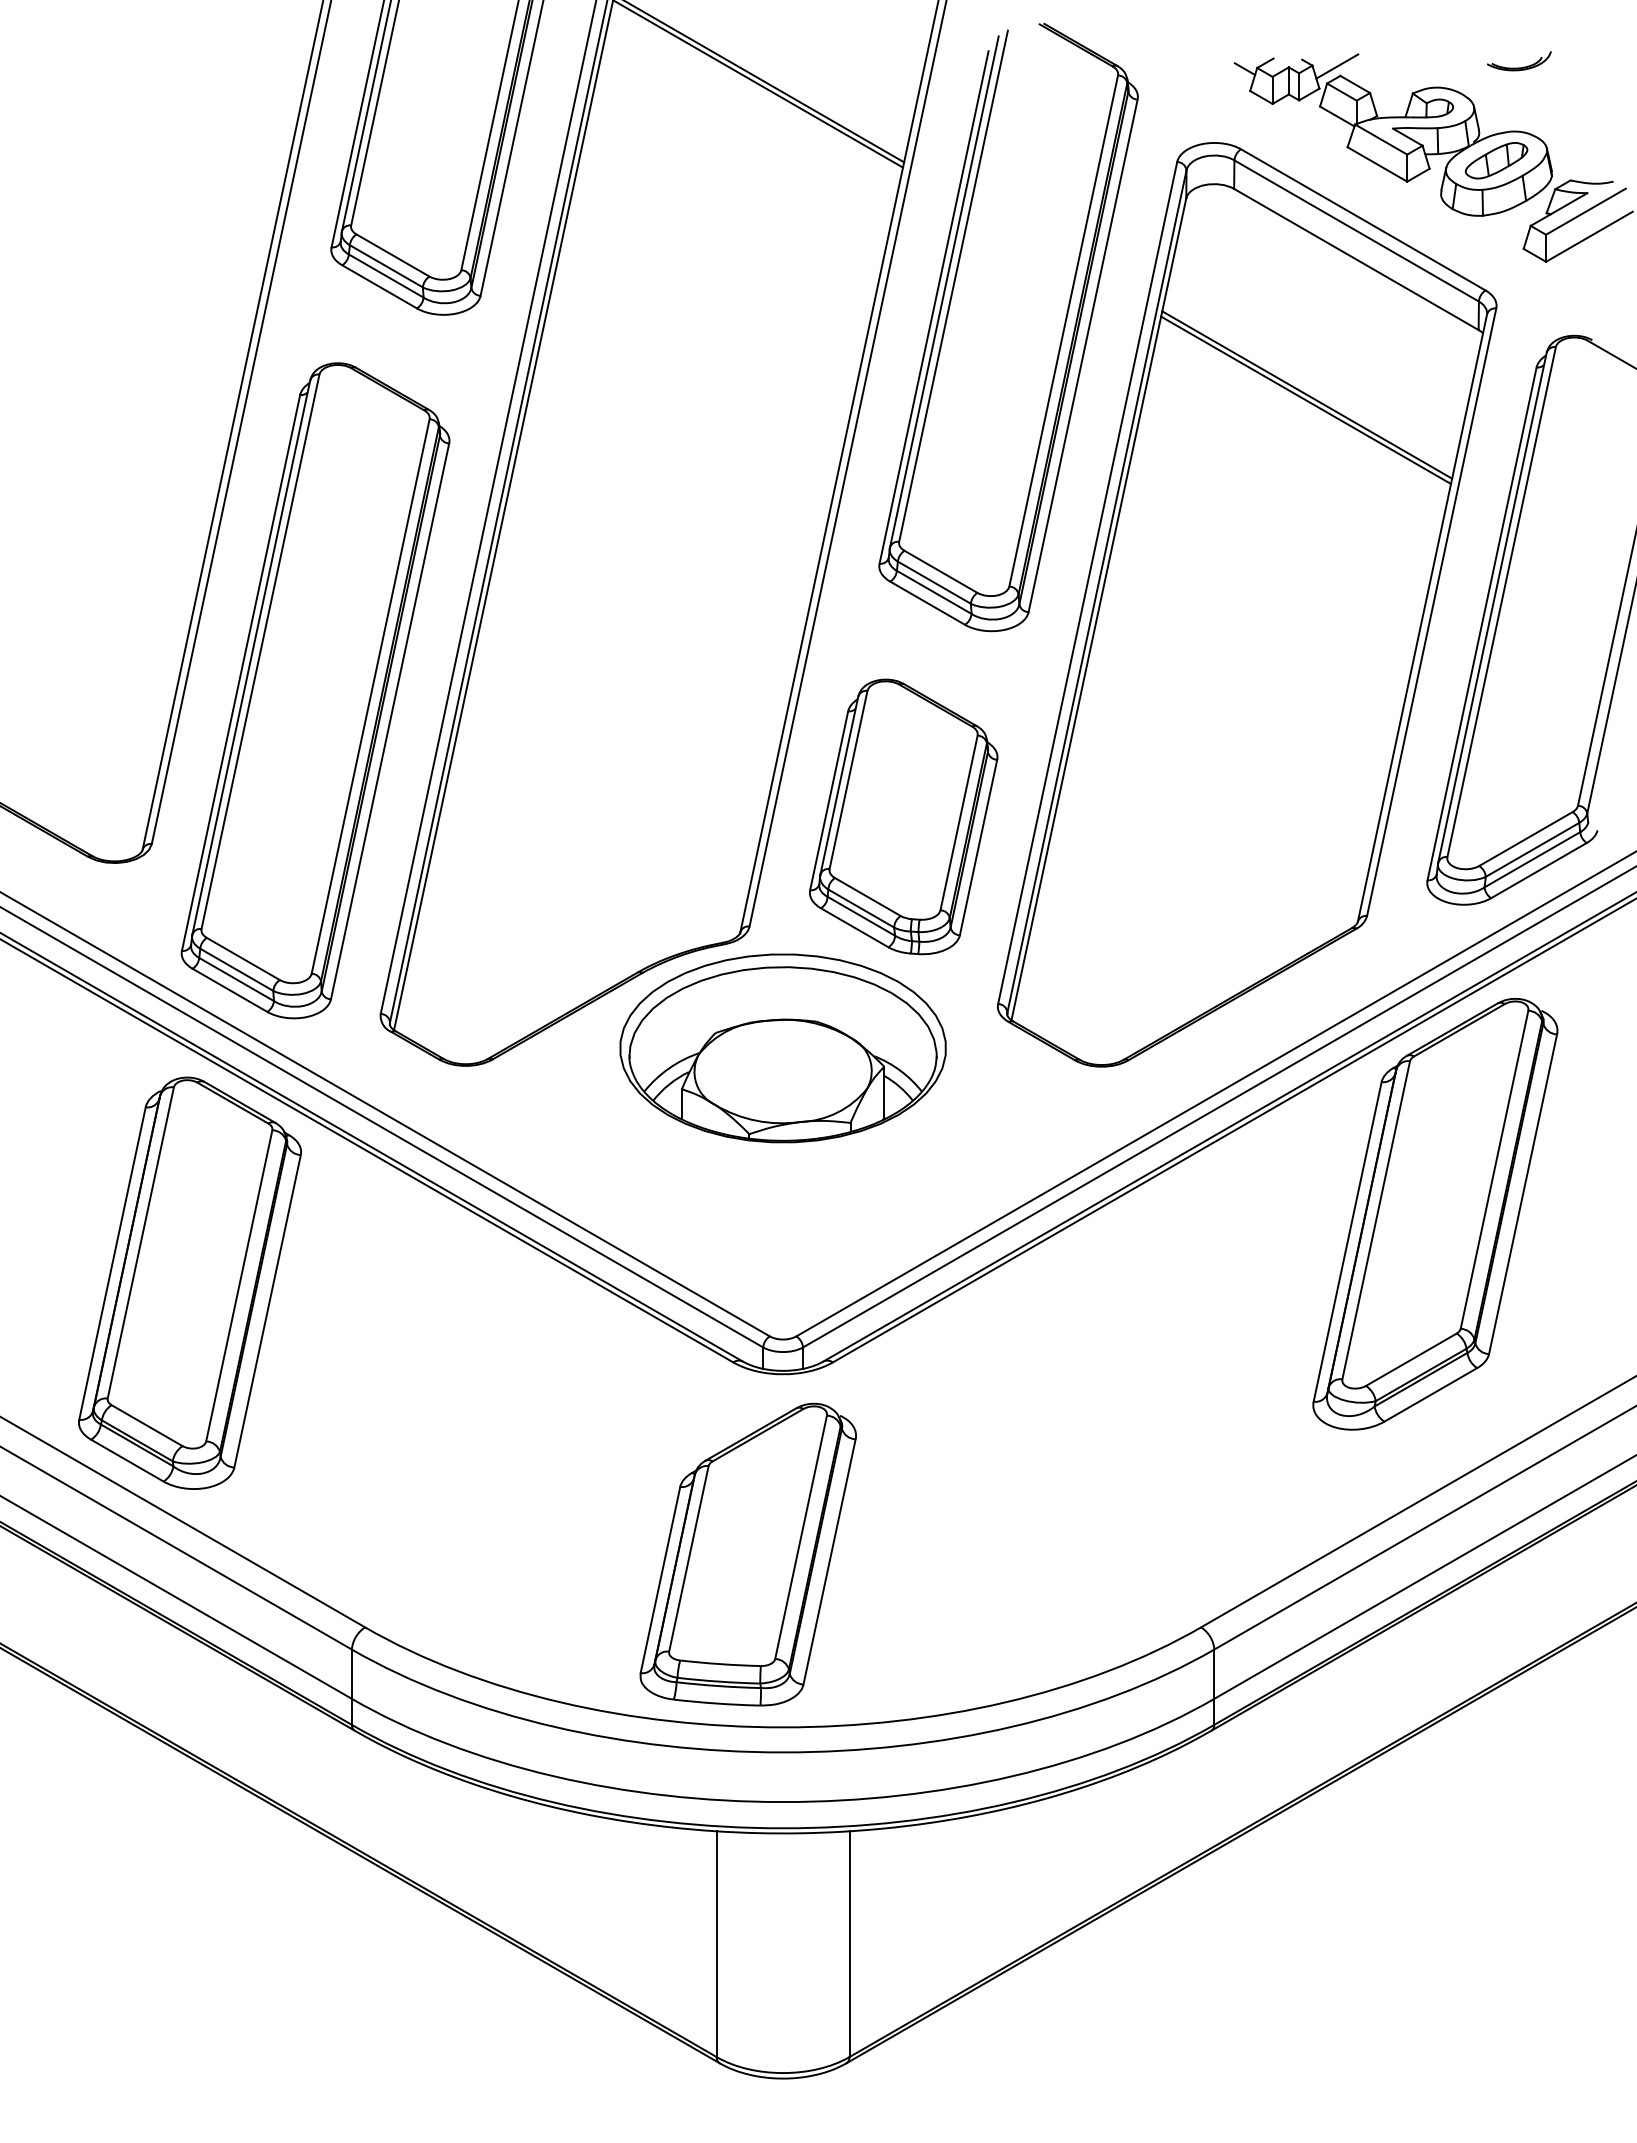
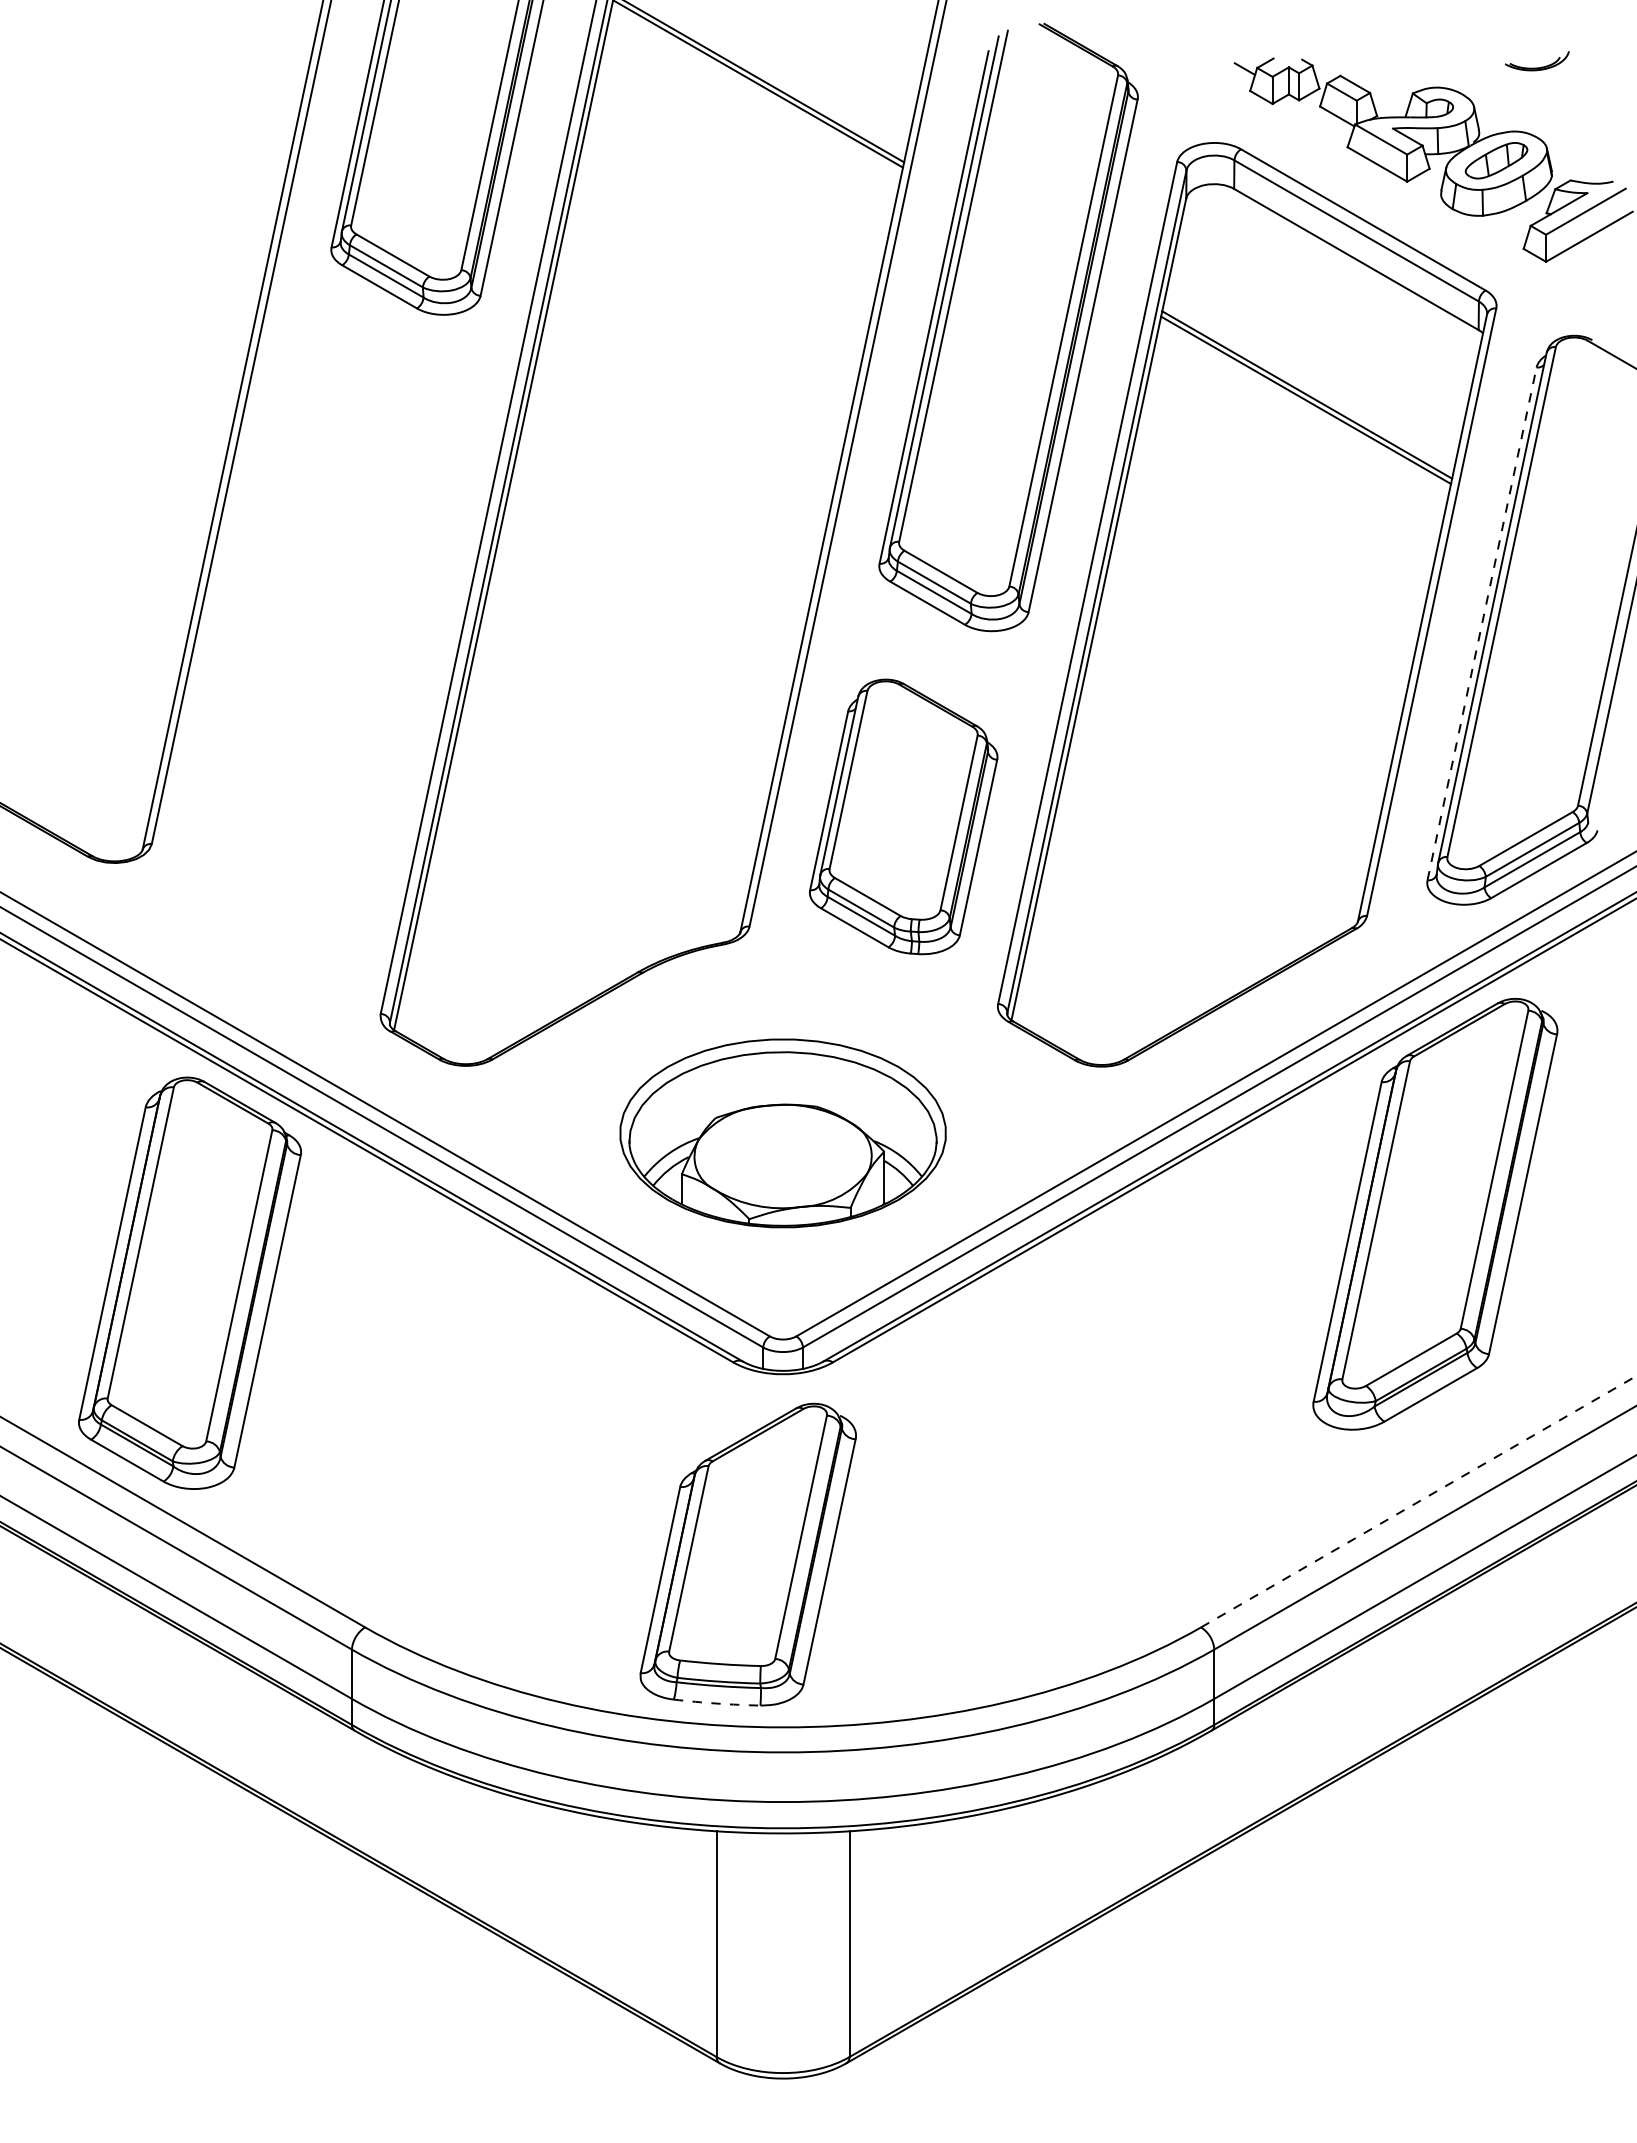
part at (1519, 61) position: (1519, 61) -> (1537, 61)
line at (1337, 66): present -> none
line at (1482, 623): solid -> dashed
part at (315, 690): present -> none
part at (782, 1048) position: (782, 1048) -> (782, 1133)
line at (1419, 1501): solid -> dashed
arc at (717, 1703): solid -> dashed
